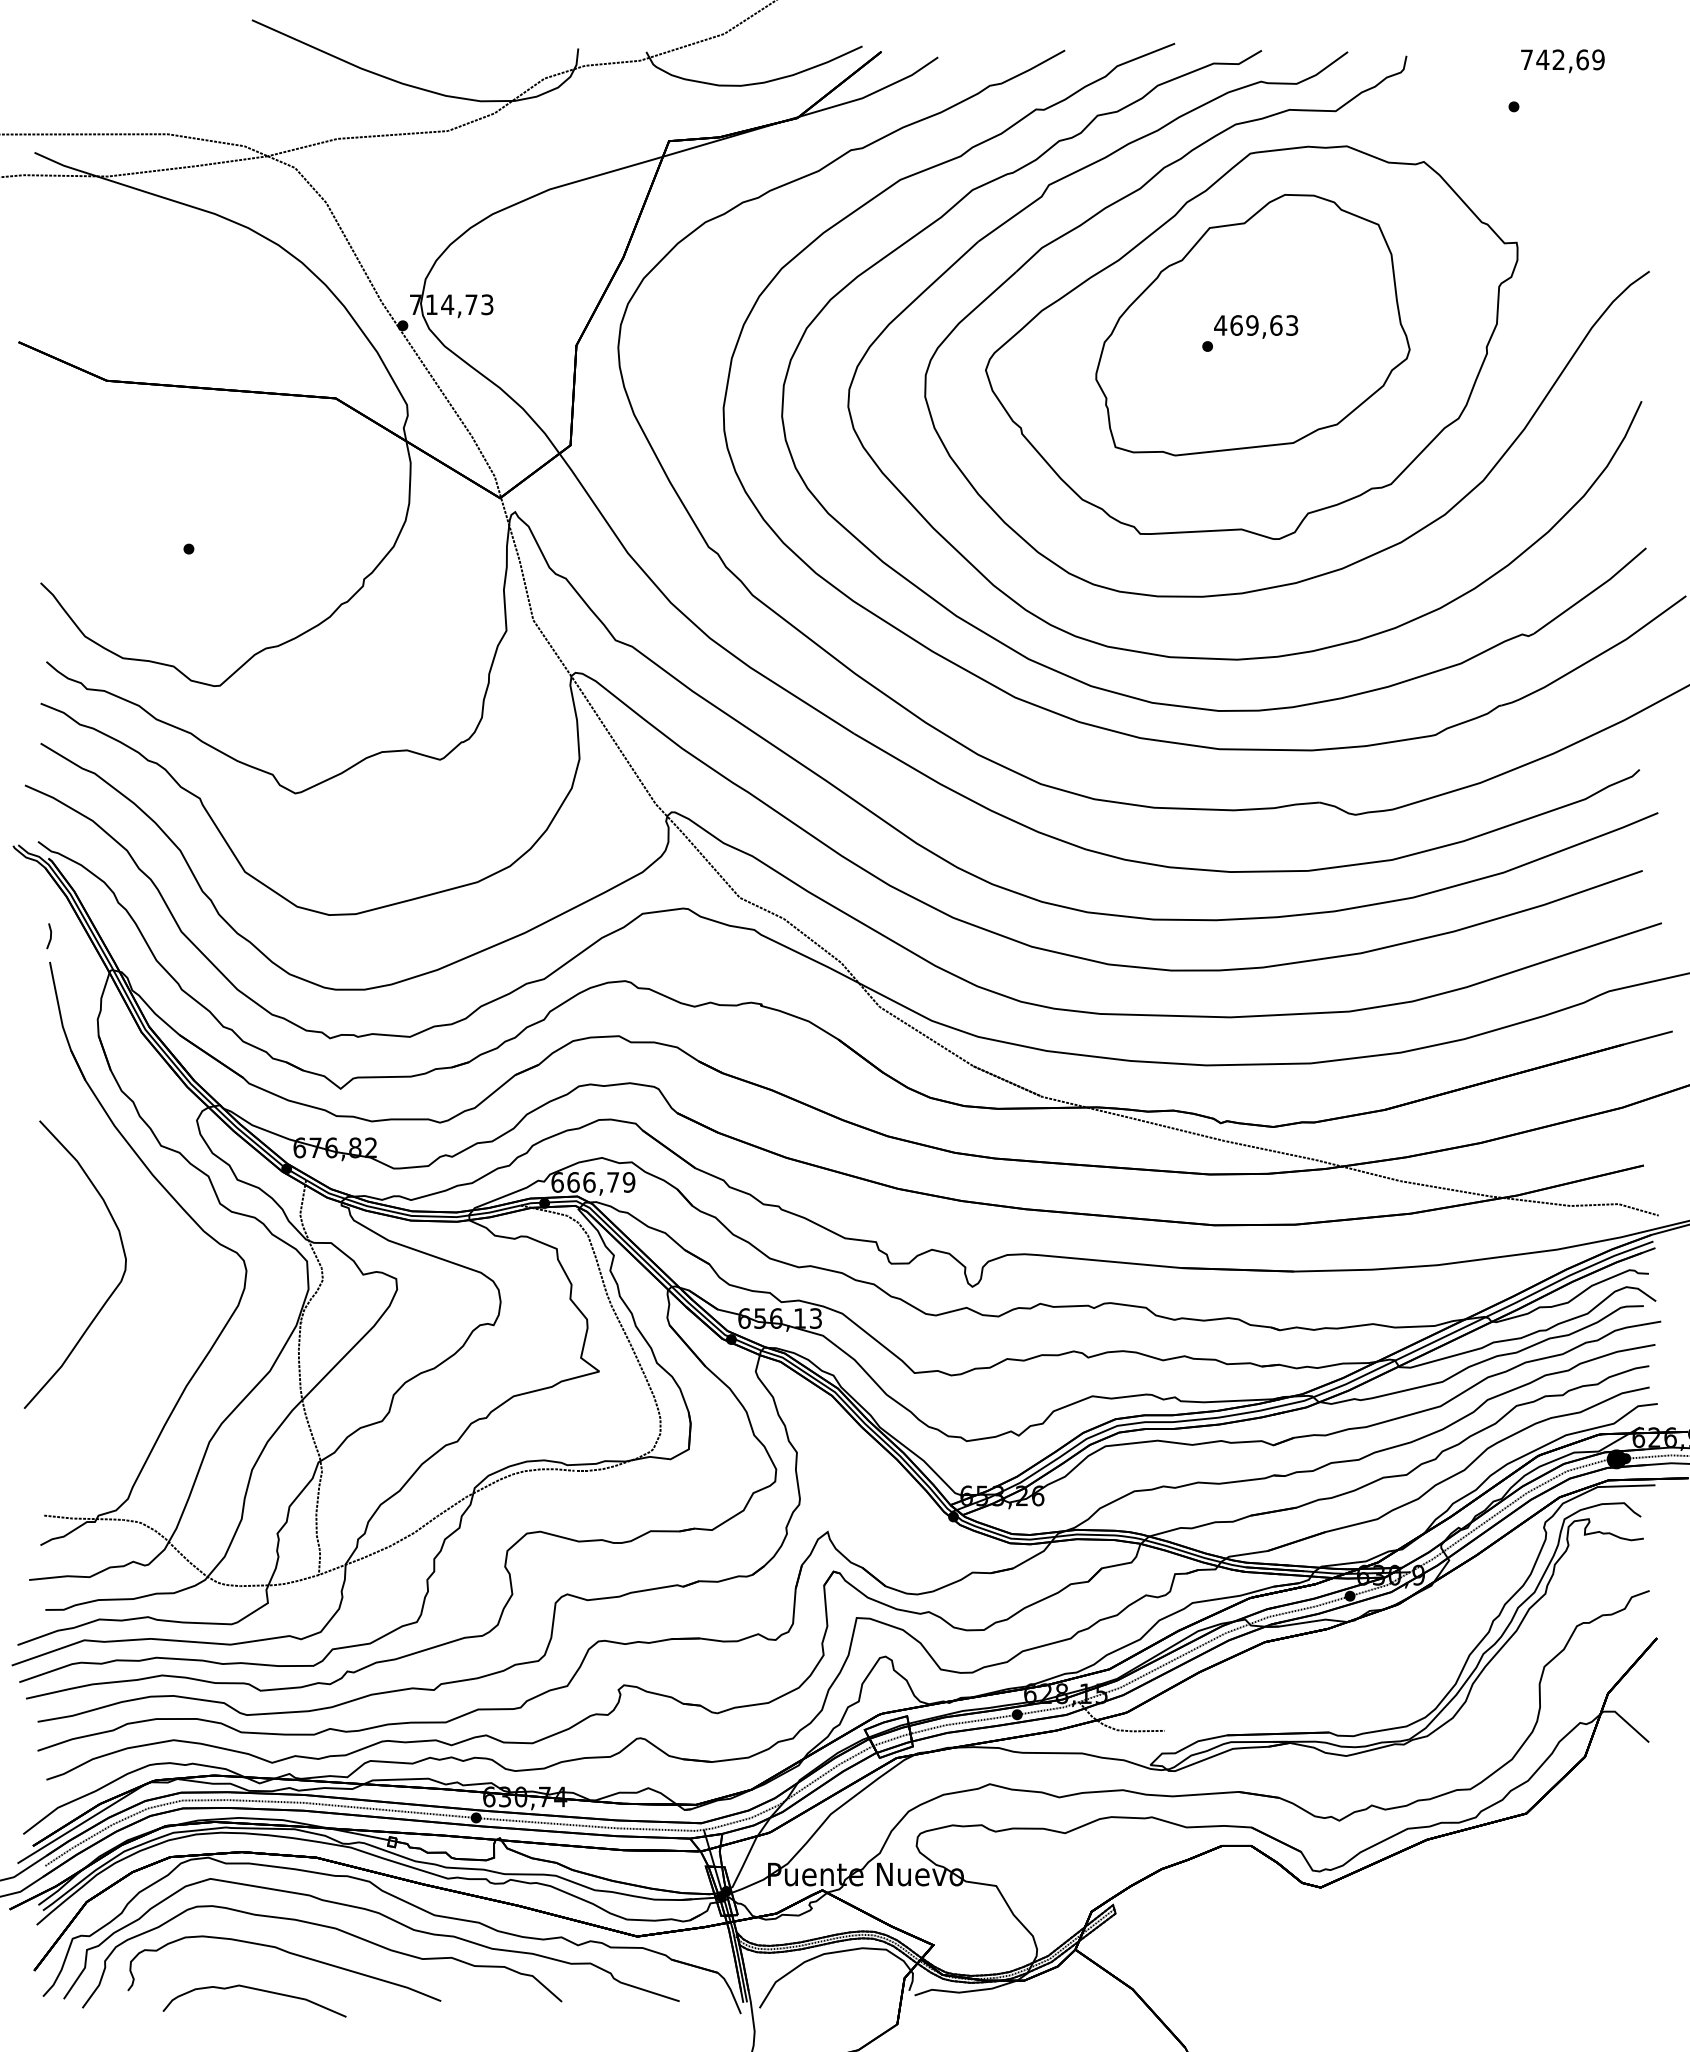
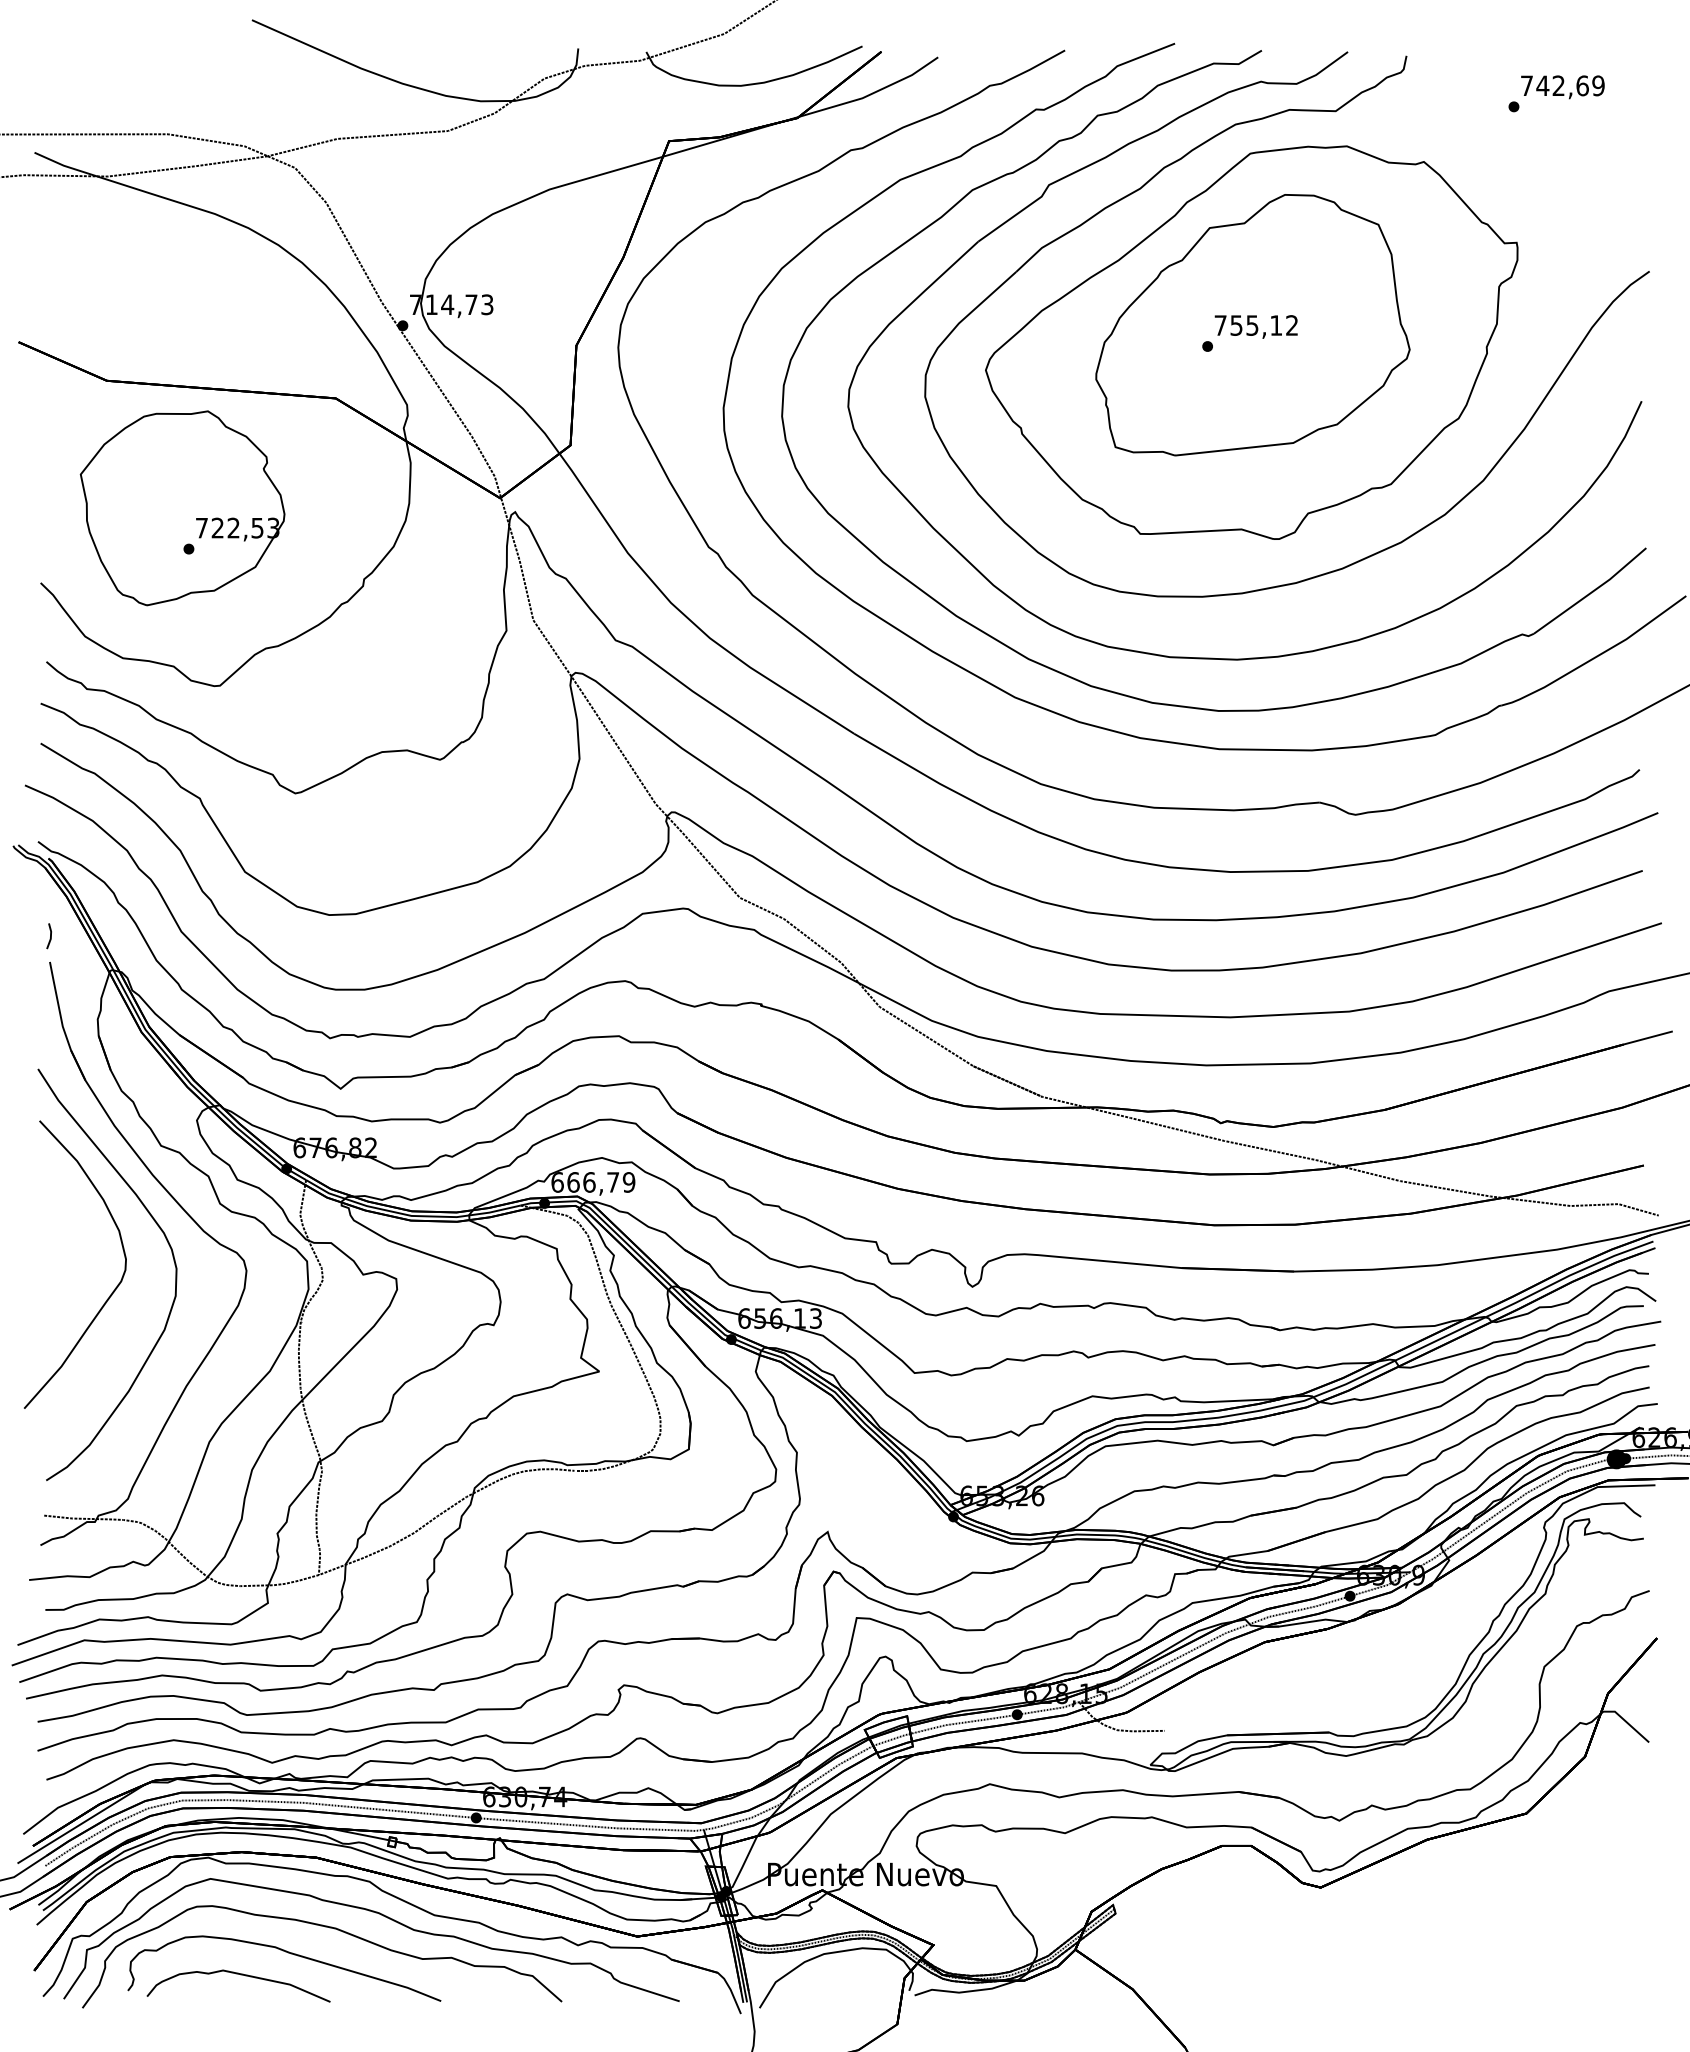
text at (1562, 61) position: (1562, 61) -> (1562, 87)
text at (1256, 325): 469,63 -> 755,12
part at (182, 508): none -> present
part at (172, 1257): none -> present
part at (256, 1990) position: (256, 1990) -> (240, 1975)
